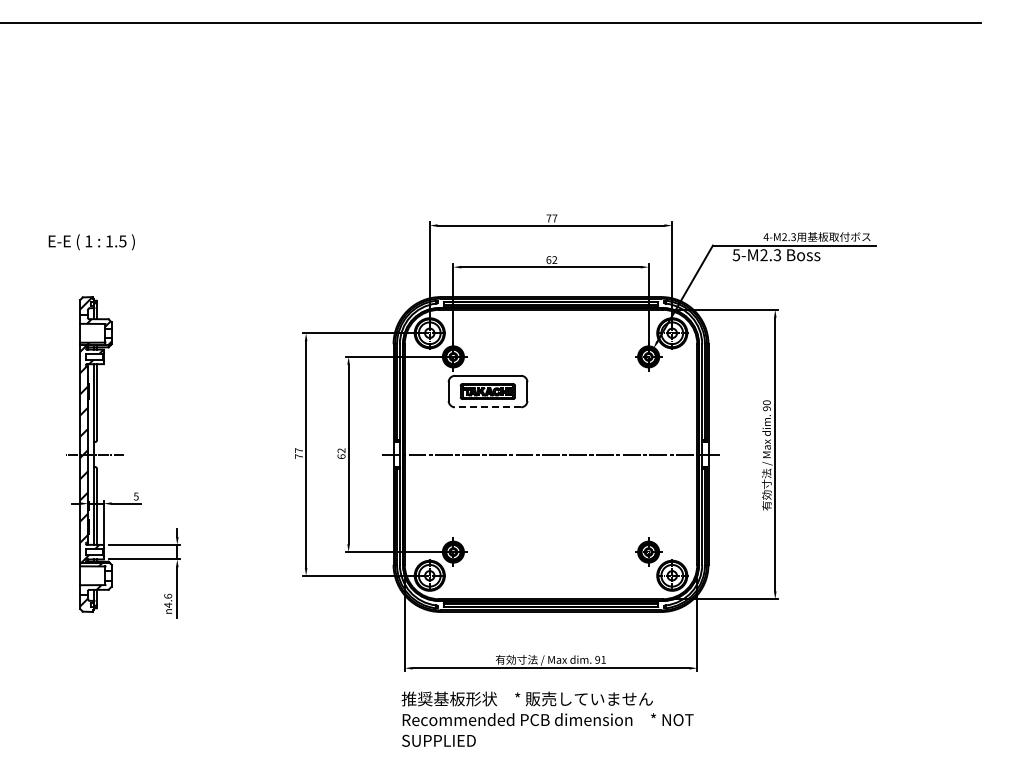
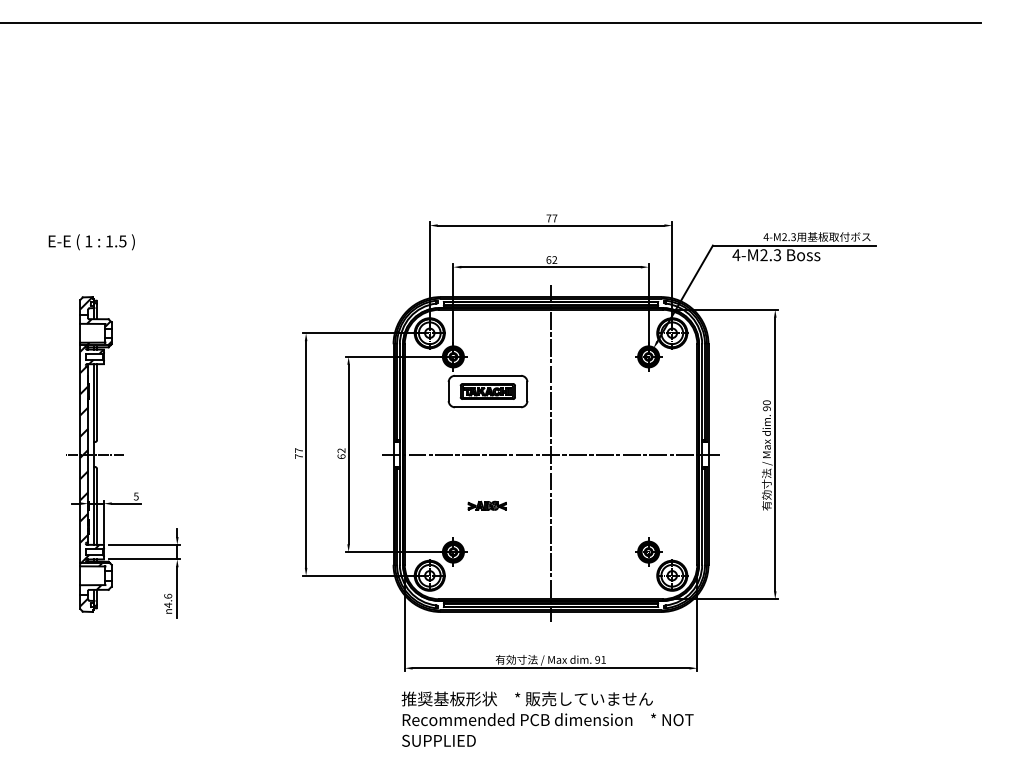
text at (736, 255): 5-M2.3 -> 4-M2.3
line at (487, 407): dashed -> solid
line at (551, 453): none -> present
part at (486, 505): none -> present
